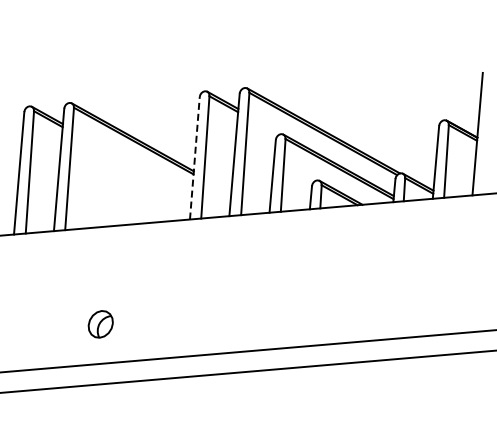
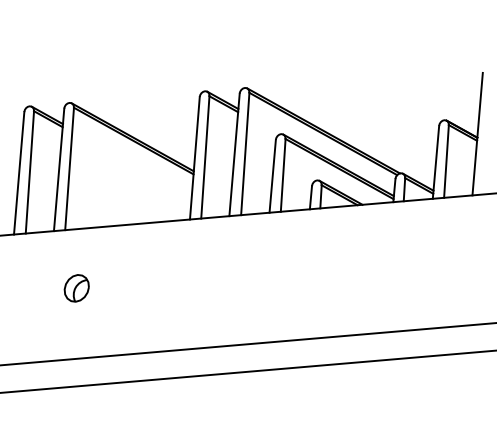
line at (194, 157): dashed -> solid
part at (100, 324) position: (100, 324) -> (76, 288)
line at (247, 351) position: (247, 351) -> (247, 344)
